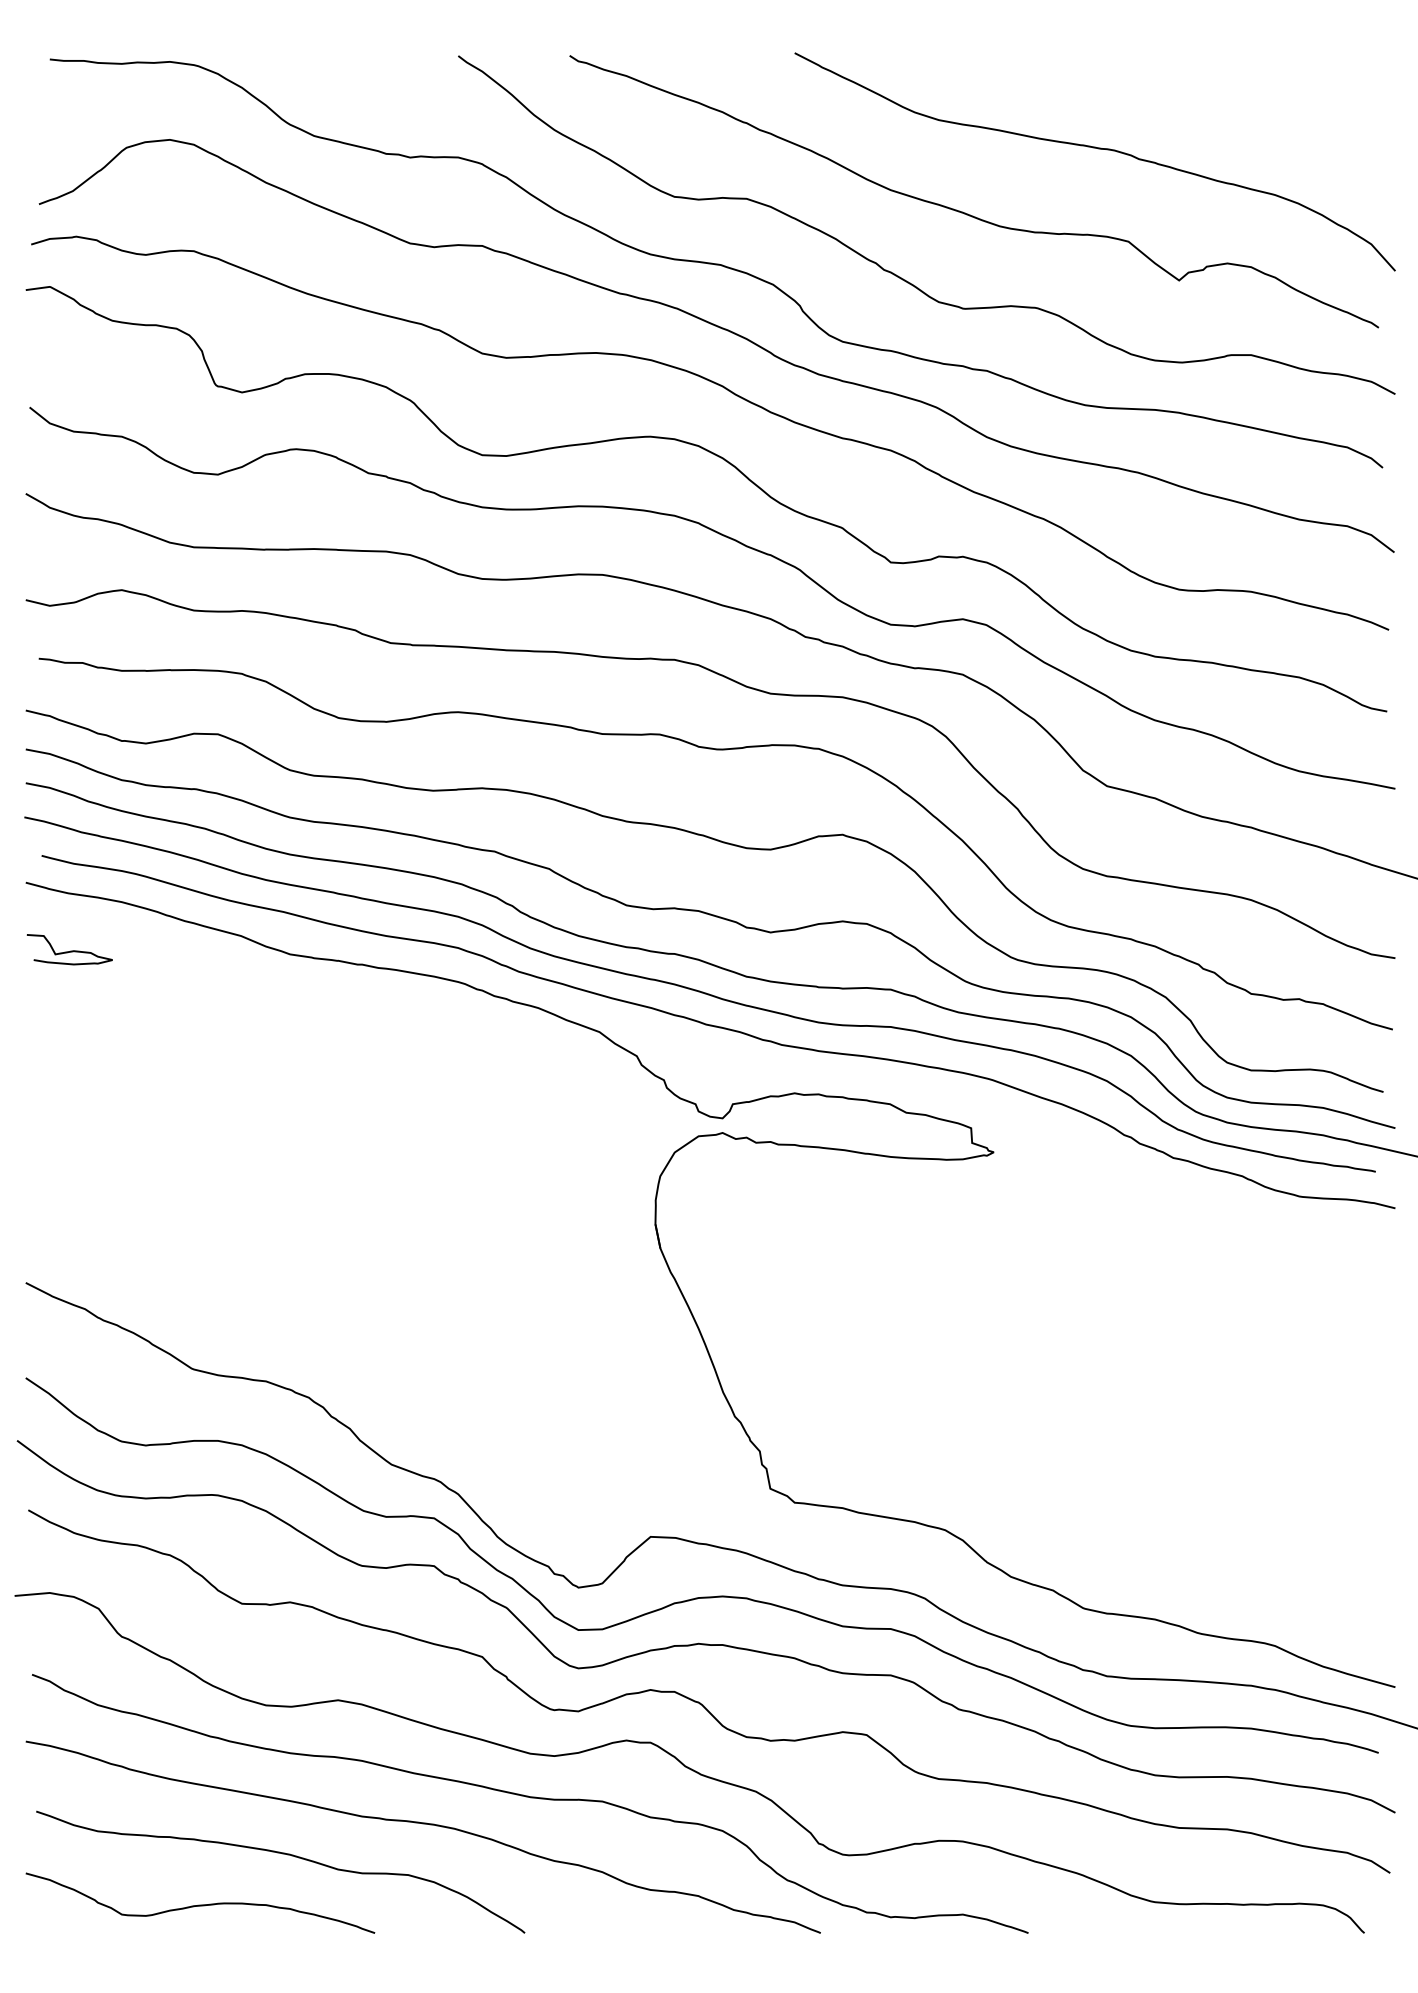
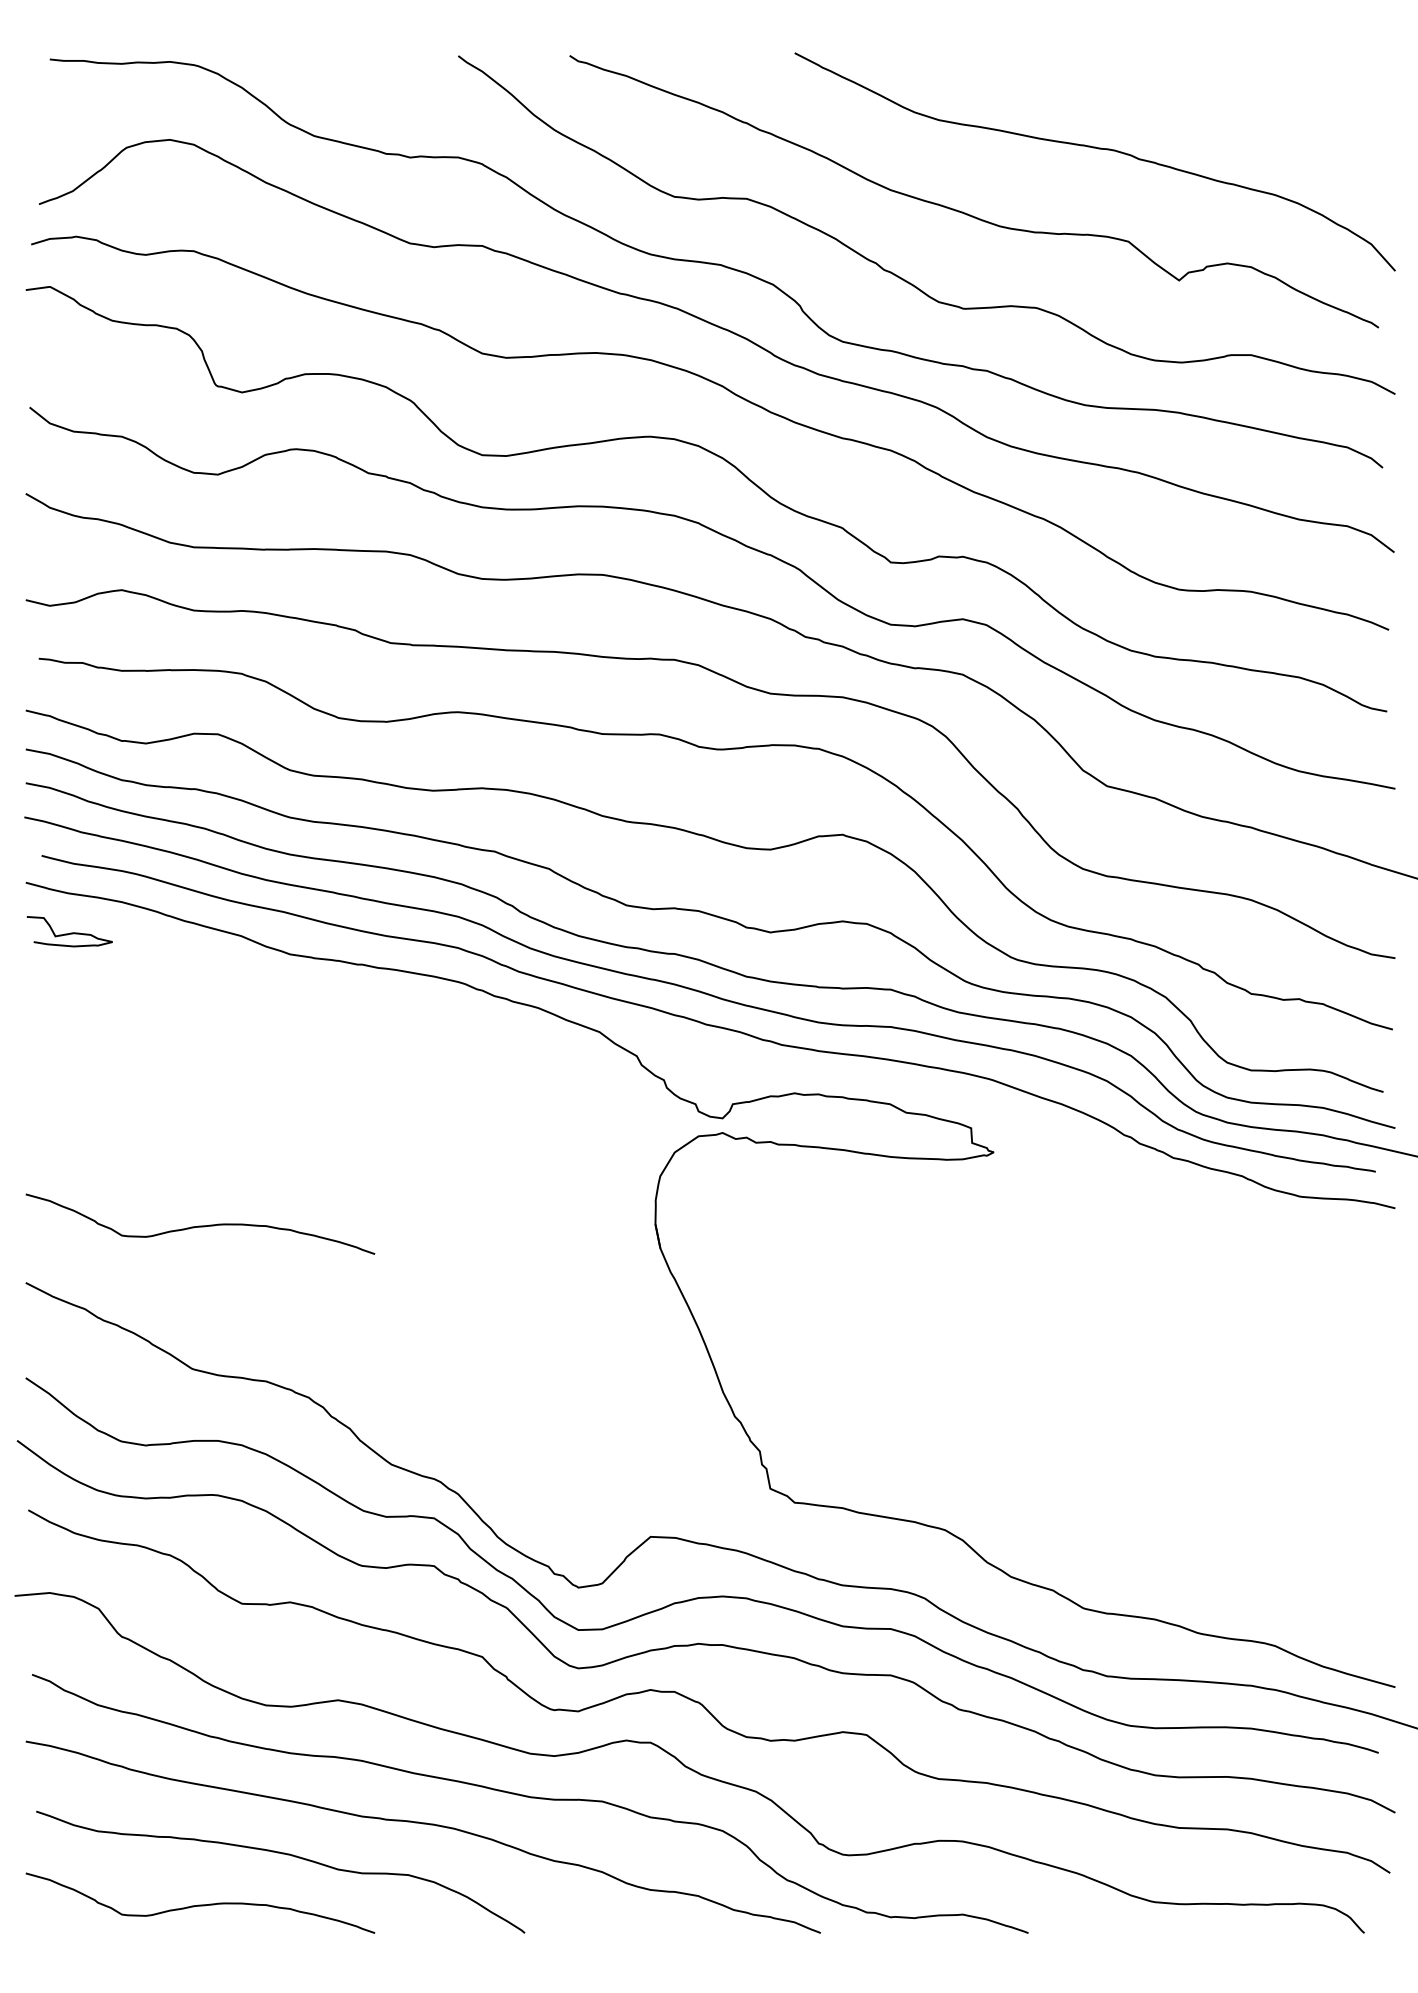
curve at (70, 950) position: (70, 950) -> (70, 932)
curve at (200, 1225): none -> present
